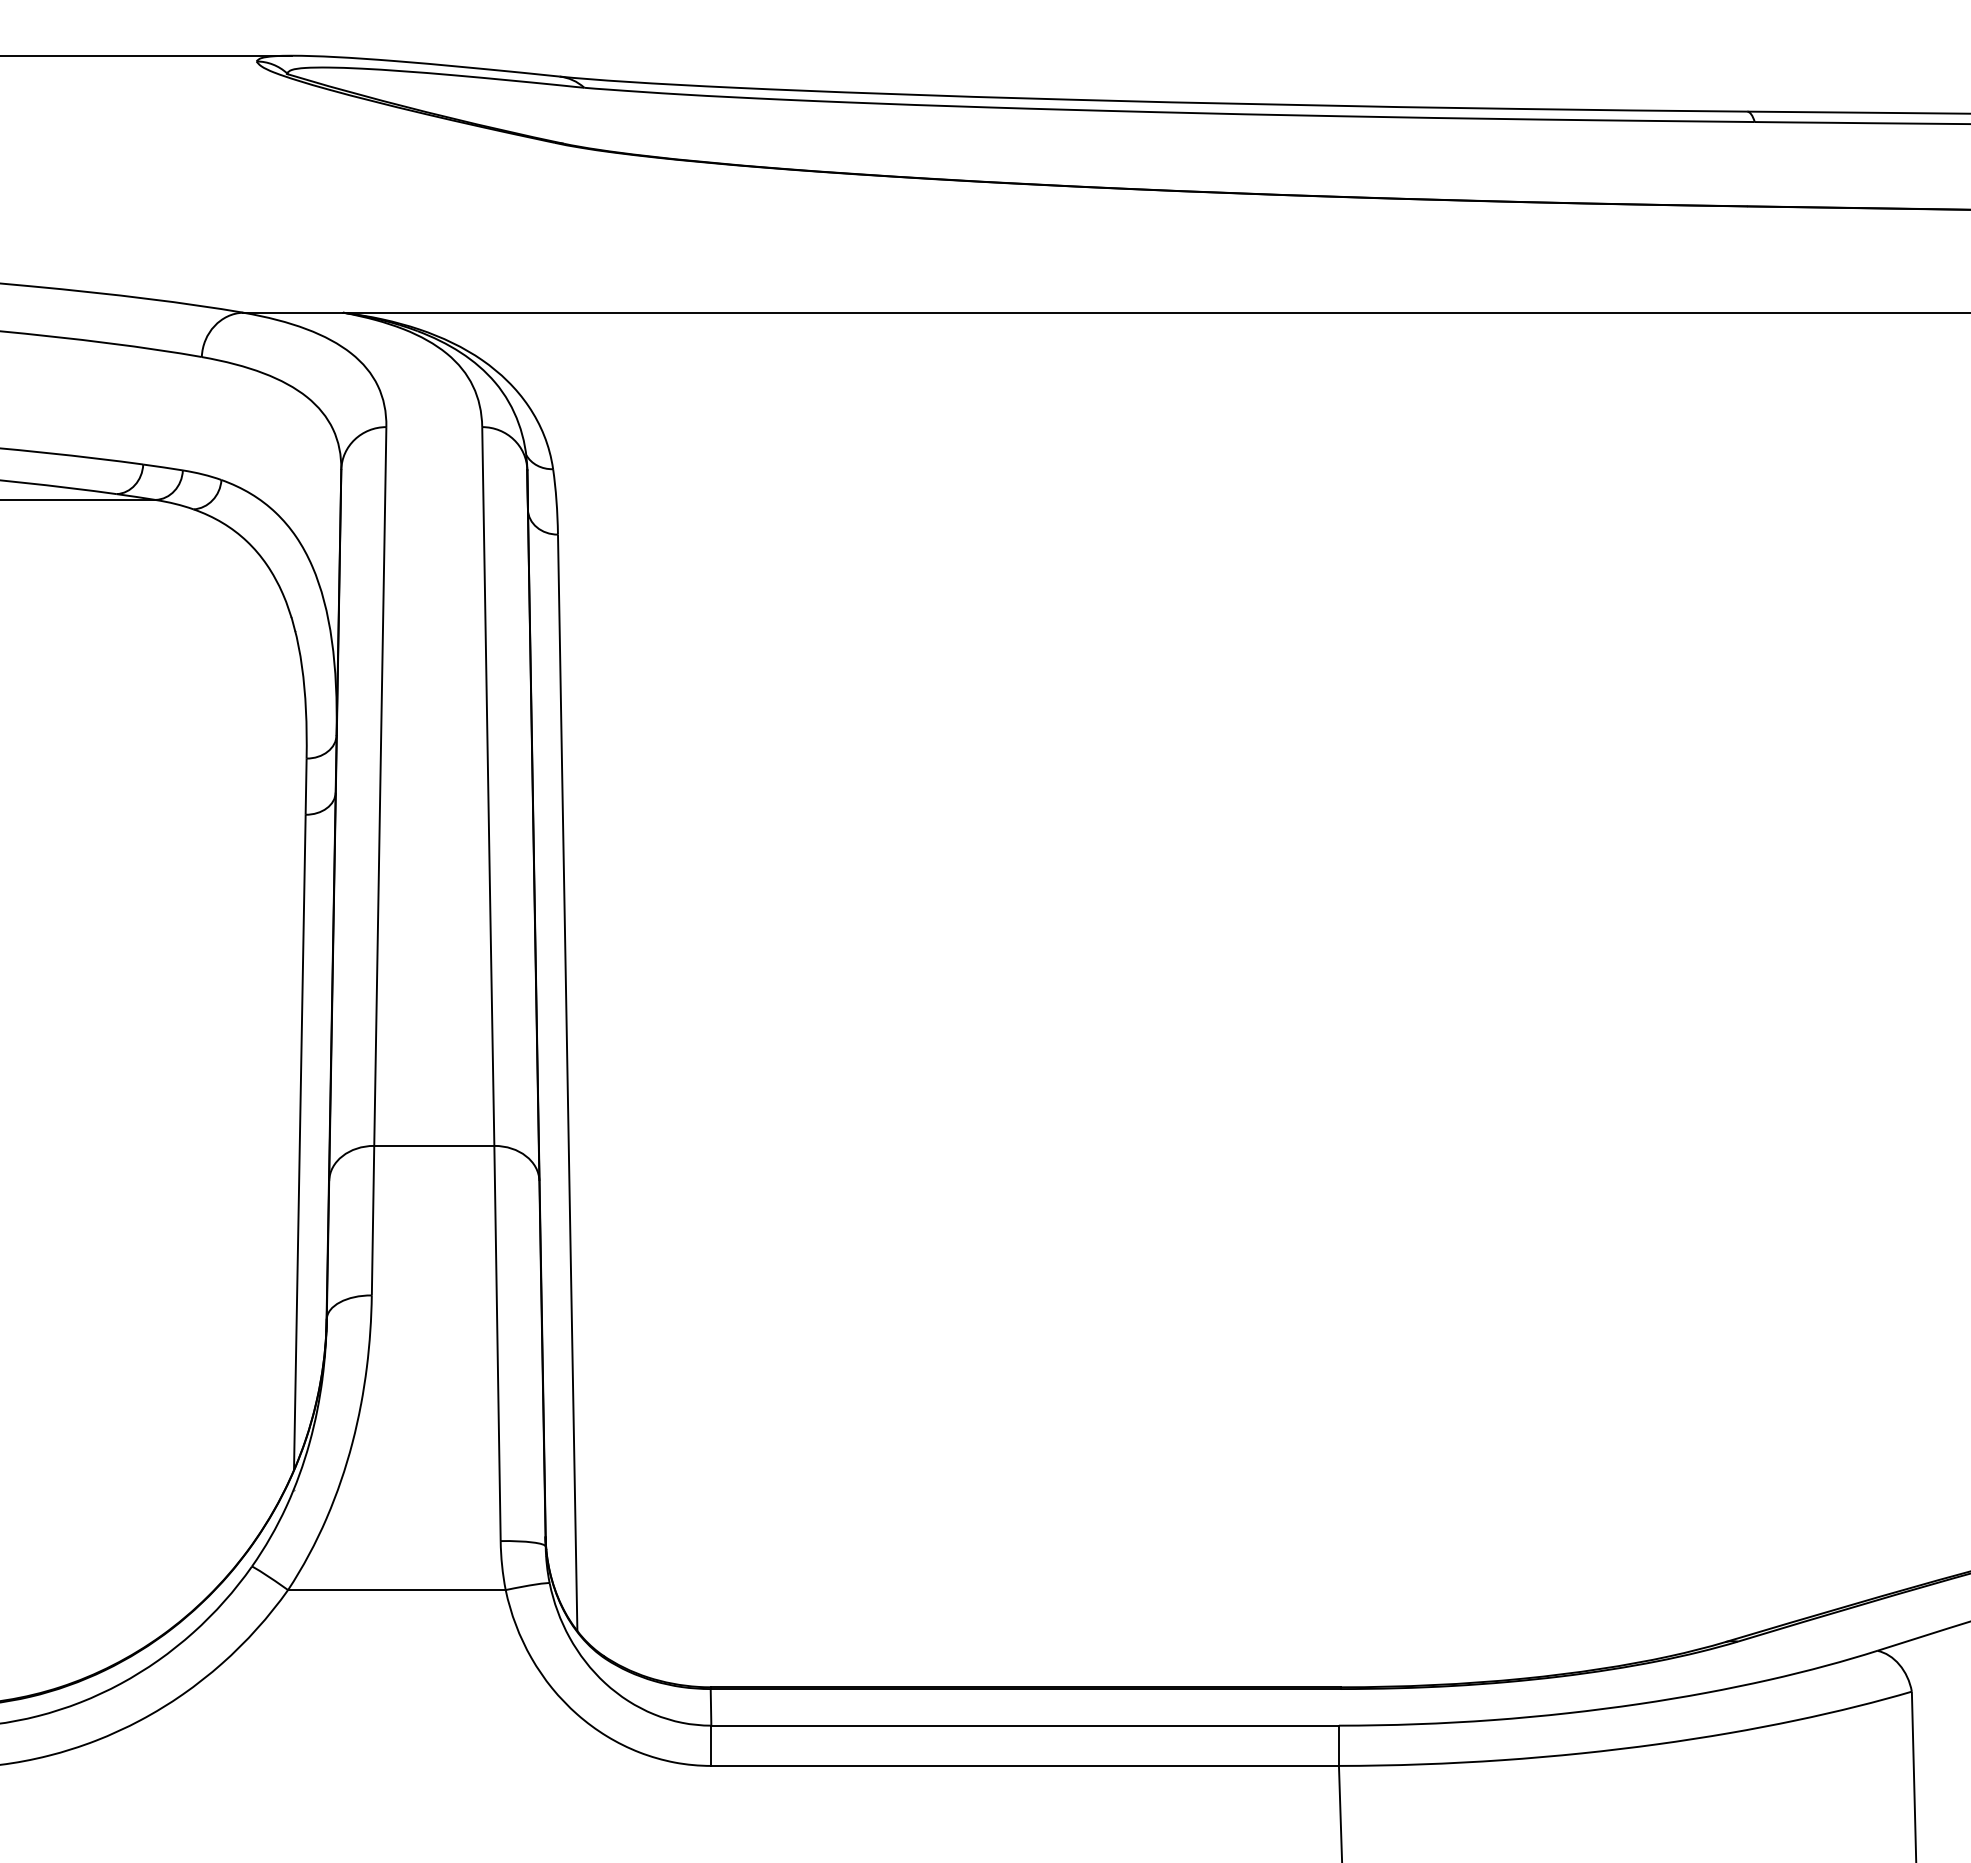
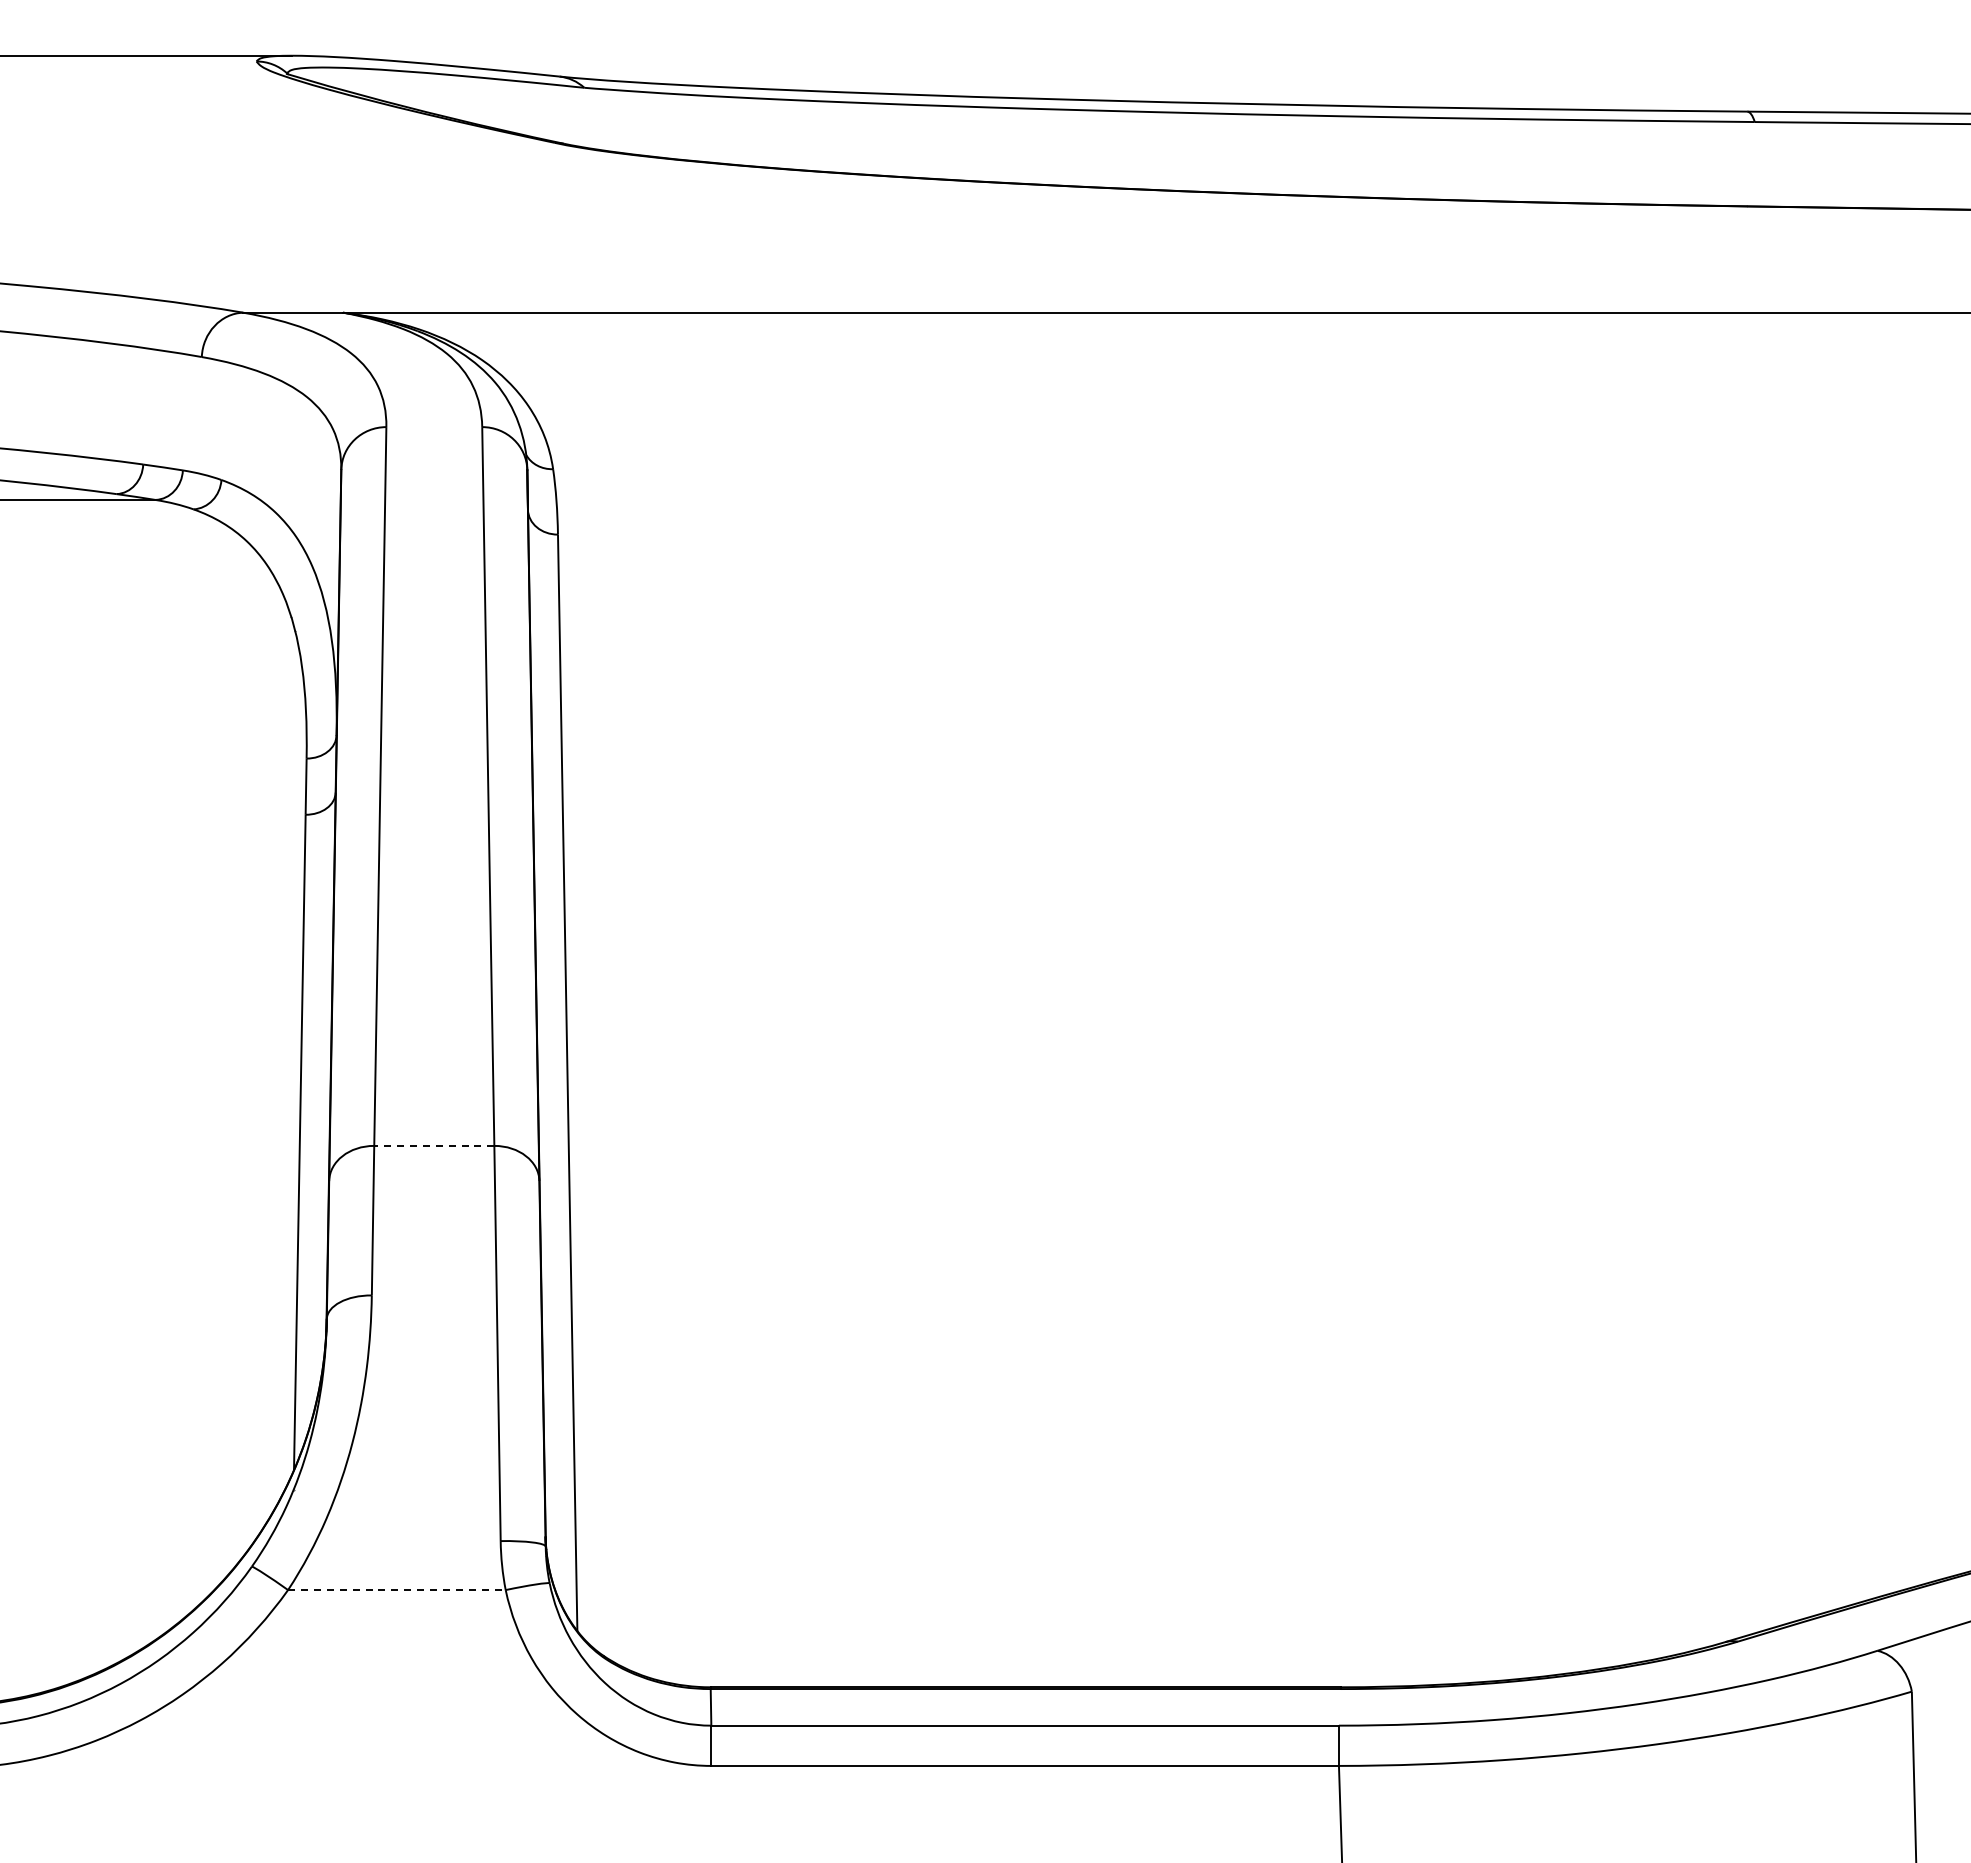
line at (433, 1145): solid -> dashed
line at (396, 1590): solid -> dashed
